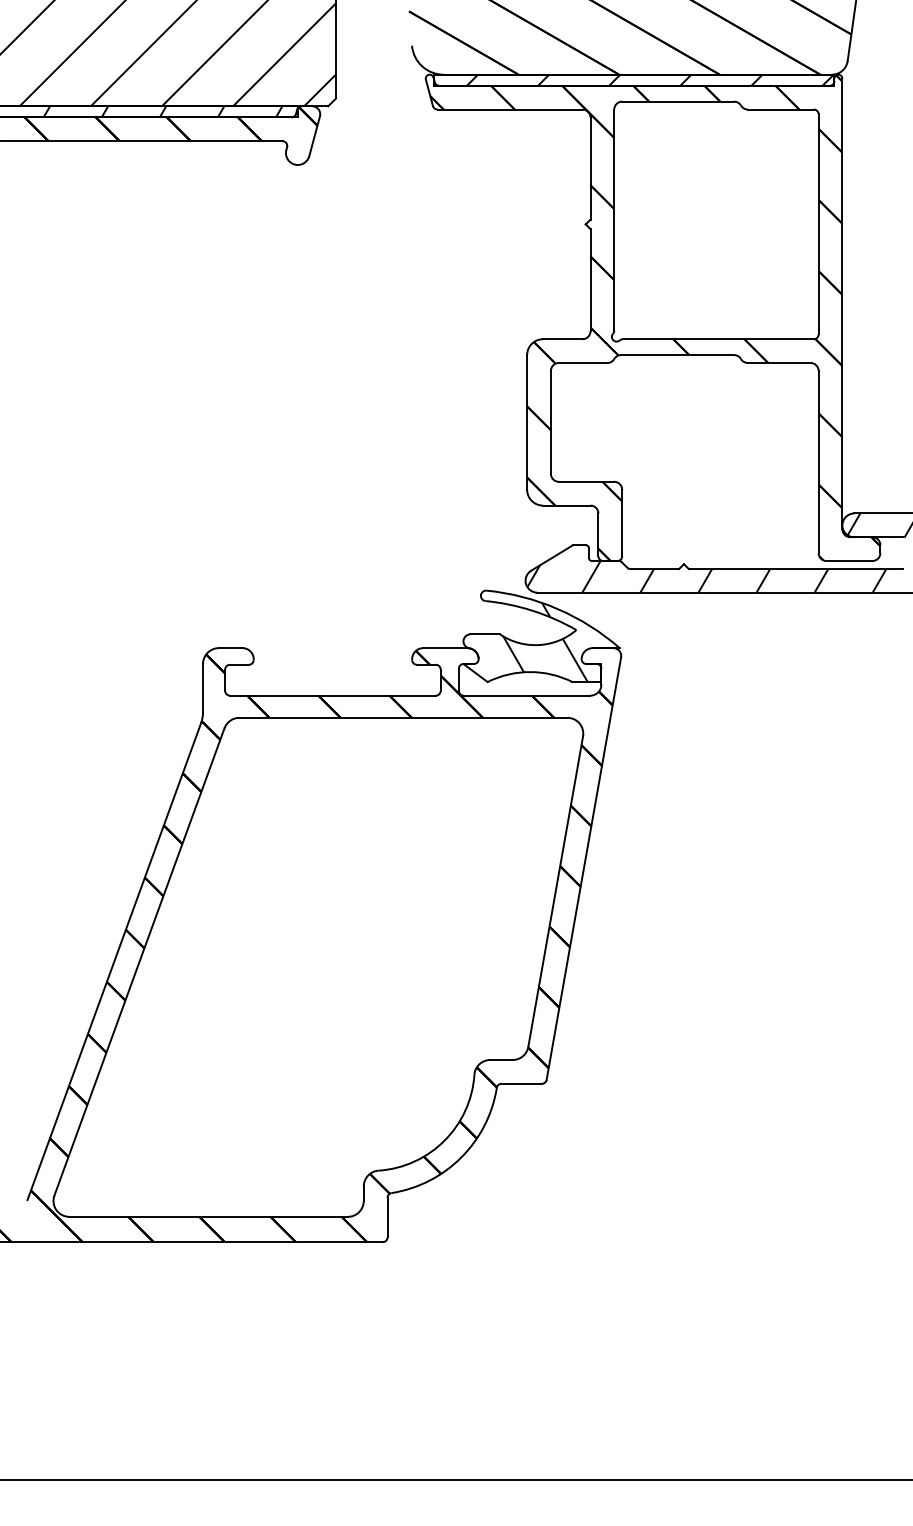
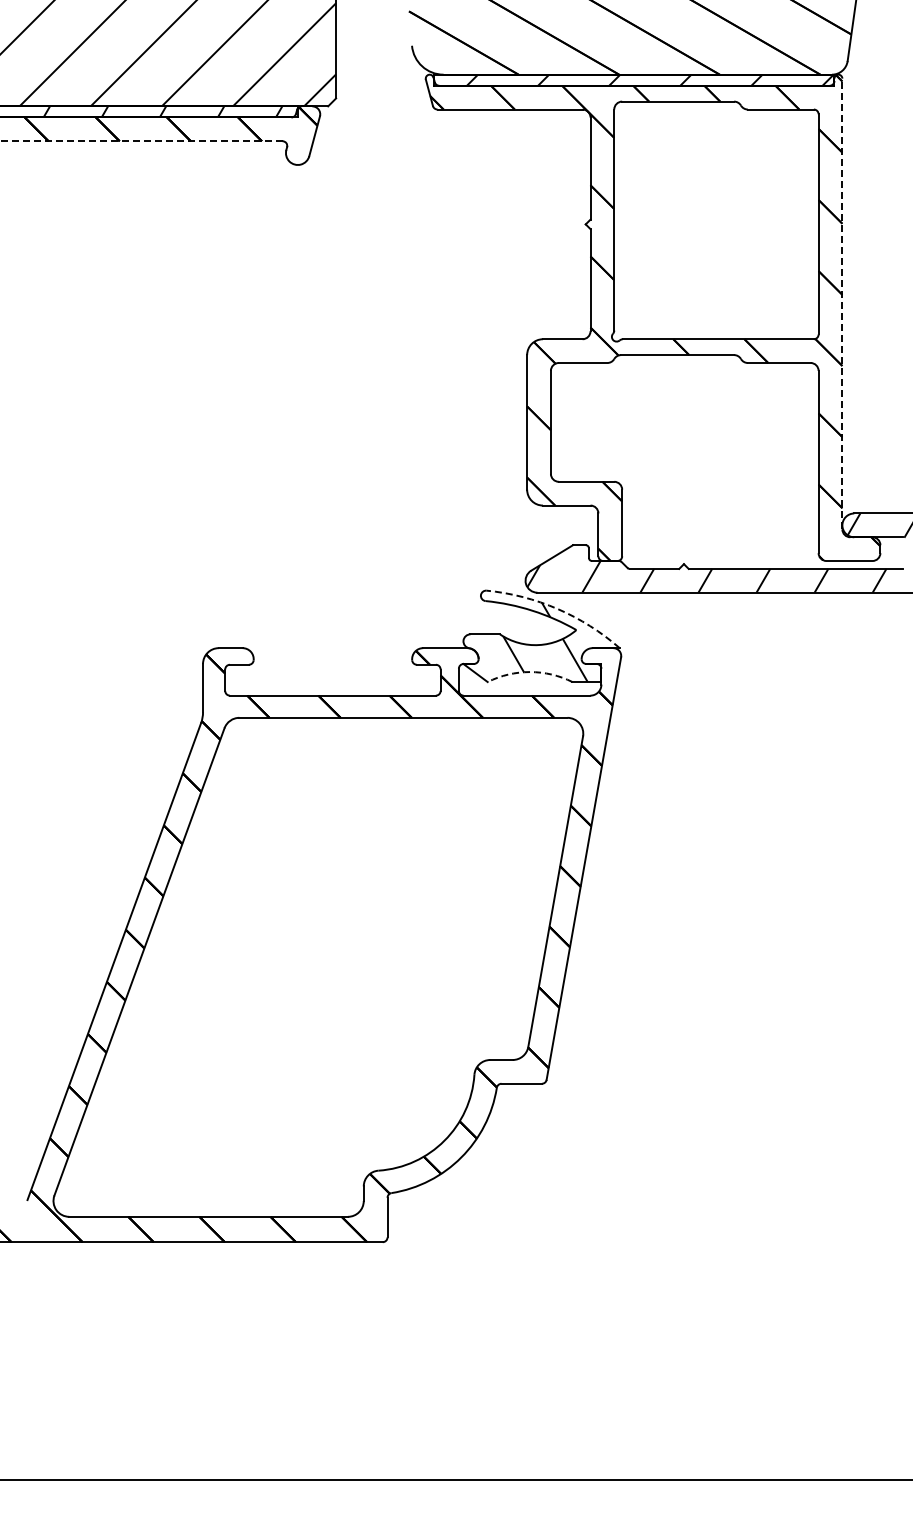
line at (141, 141): solid -> dashed
line at (842, 303): solid -> dashed
arc at (557, 609): solid -> dashed
arc at (530, 672): solid -> dashed
